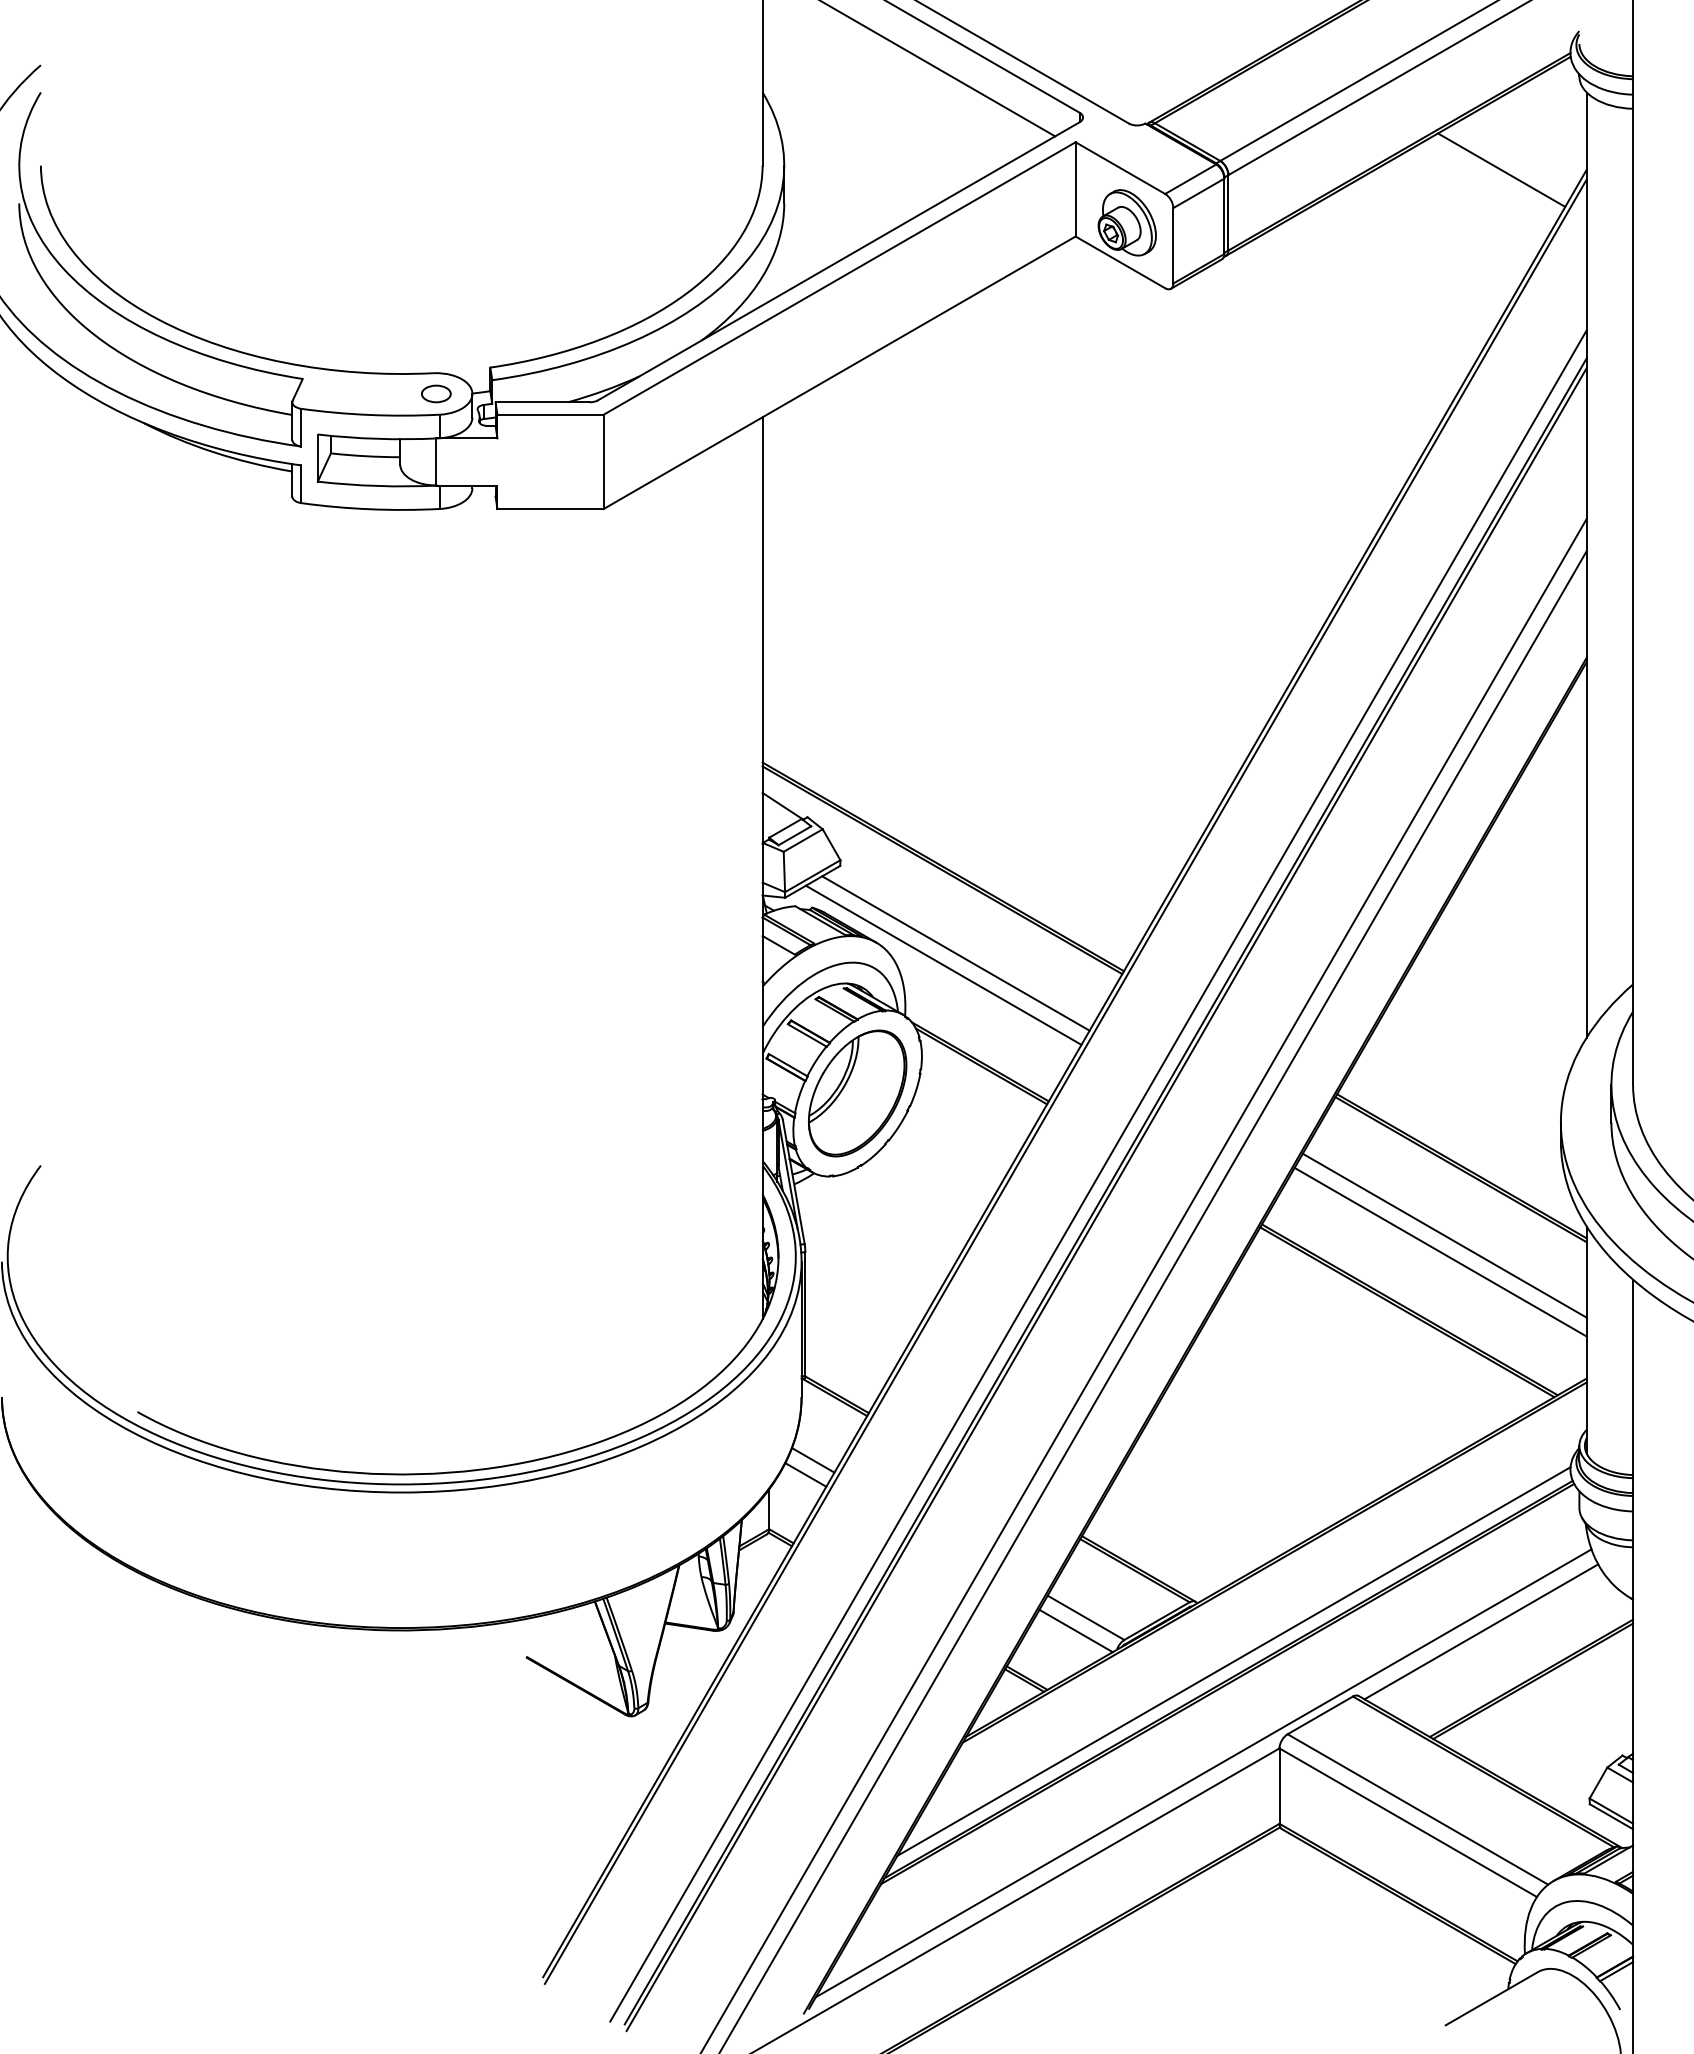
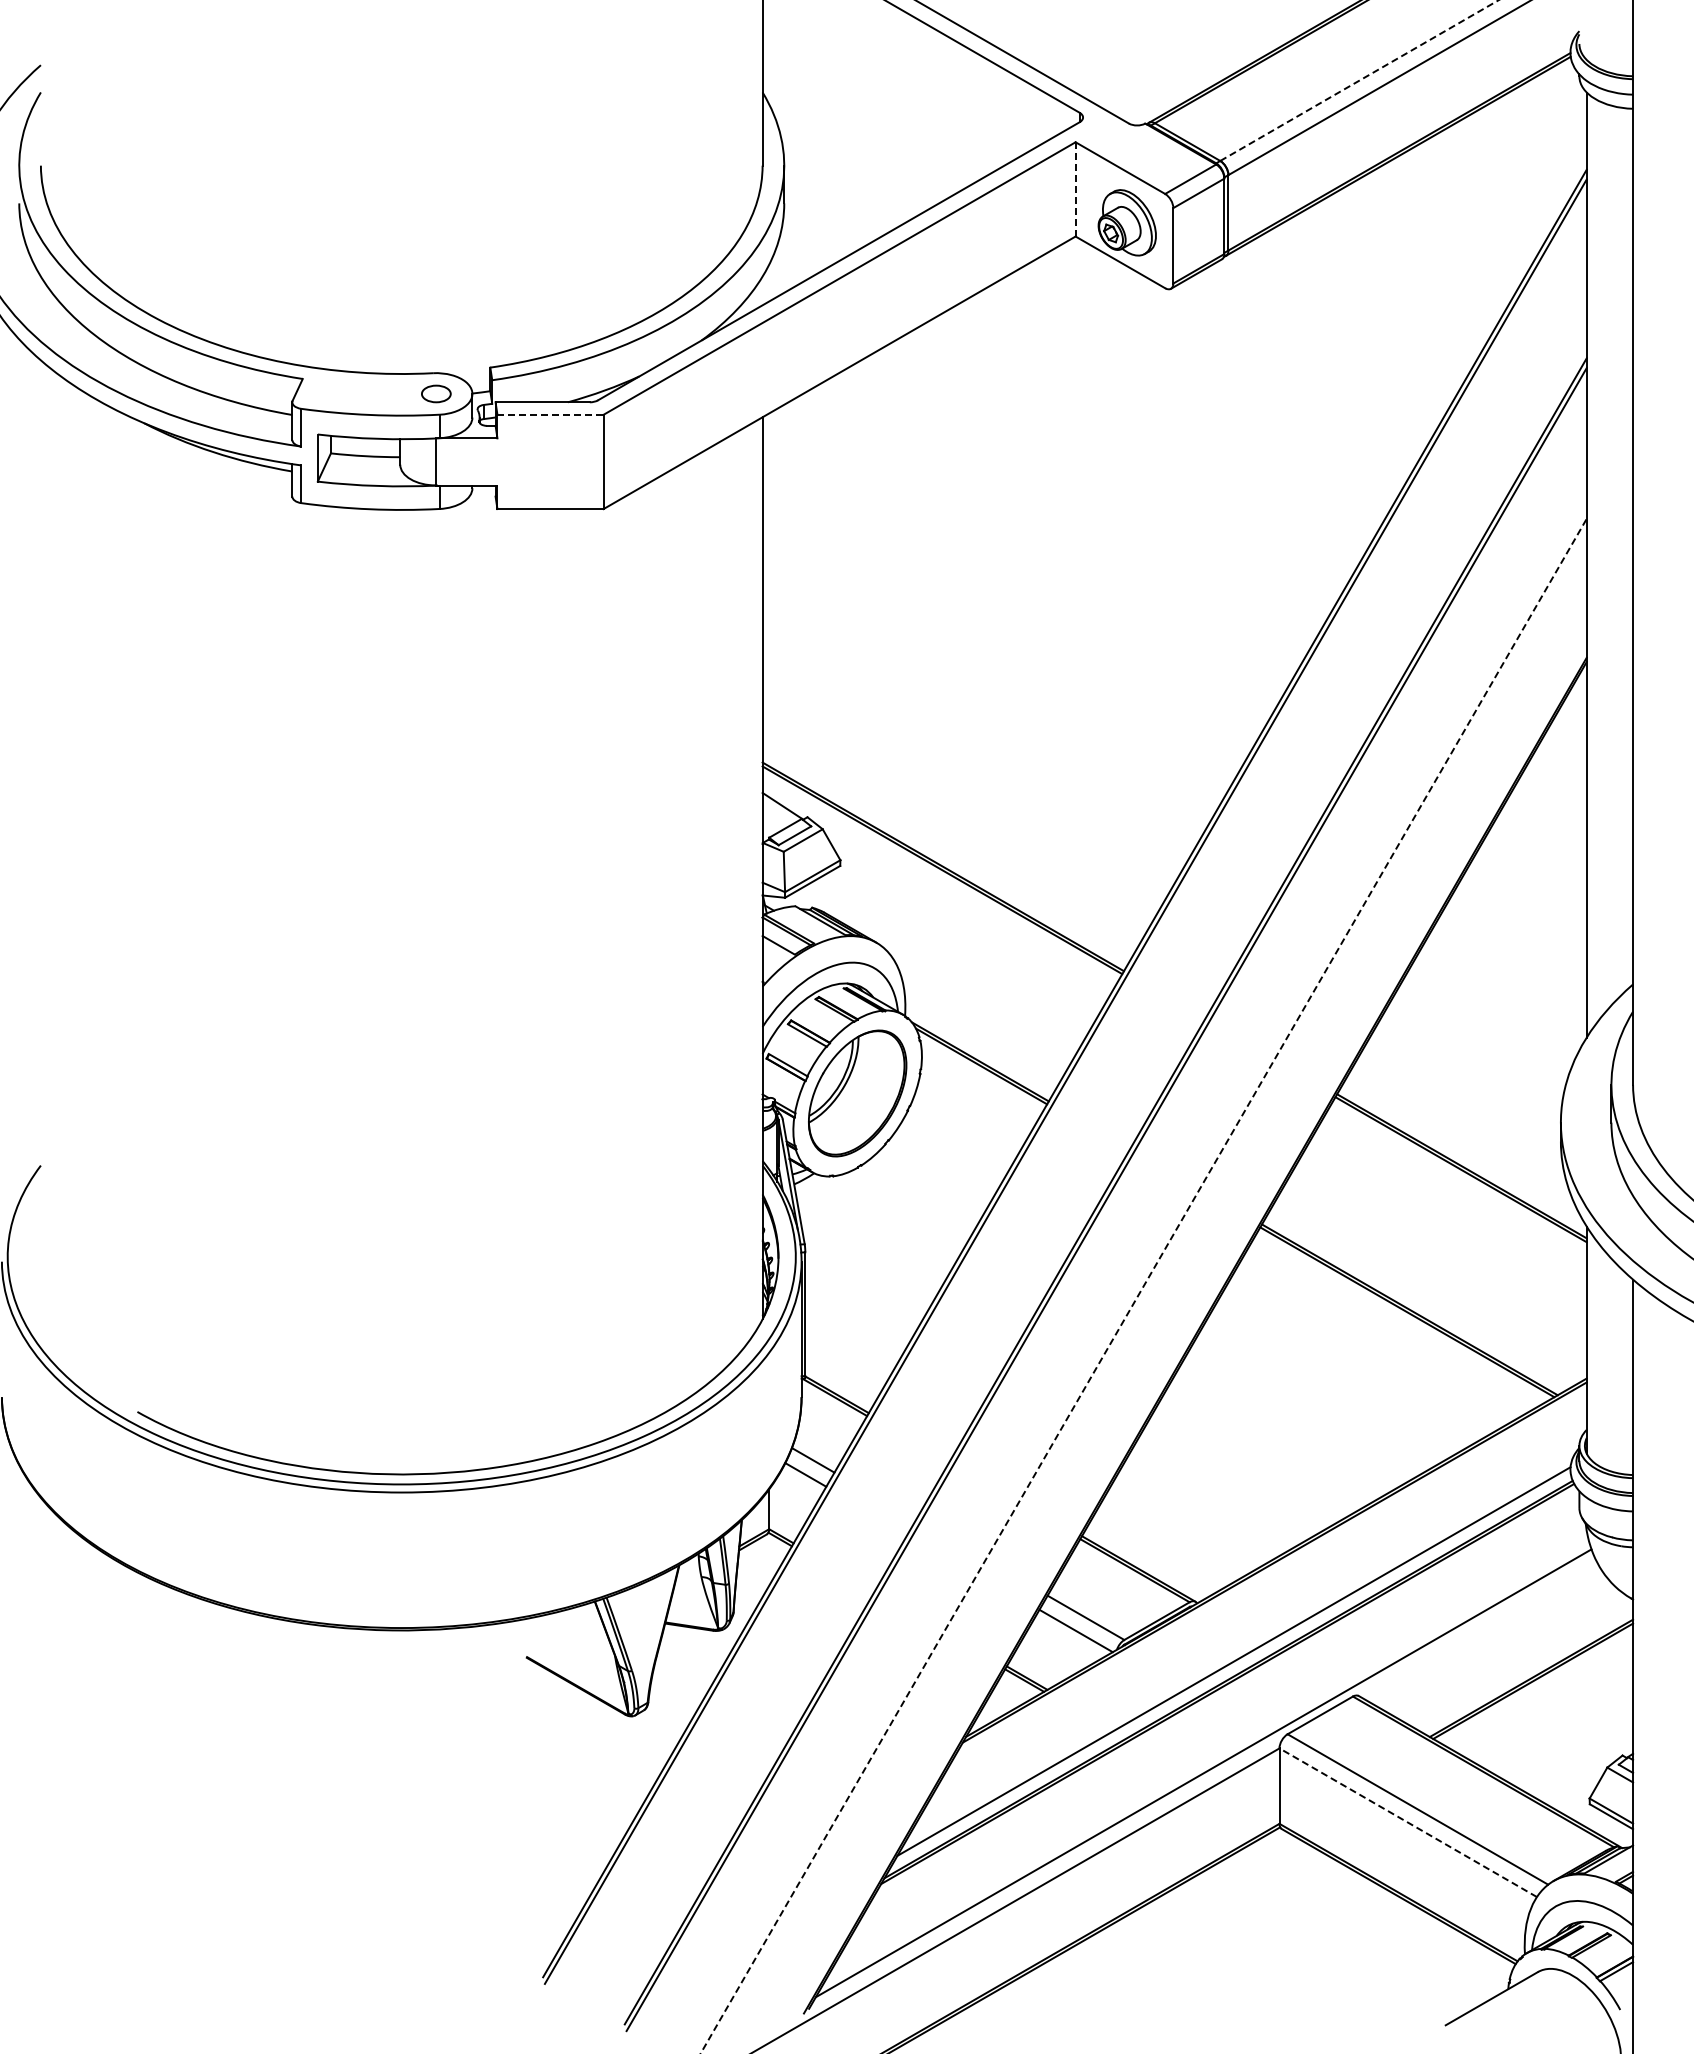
line at (938, 69): present -> none
line at (1359, 80): solid -> dashed
line at (1501, 169): present -> none
line at (1075, 189): solid -> dashed
line at (551, 414): solid -> dashed
line at (955, 953): present -> none
line at (943, 964): present -> none
line at (1098, 1175): present -> none
line at (1444, 1235): present -> none
line at (1440, 1251): present -> none
line at (1143, 1286): solid -> dashed
line at (1153, 1300): present -> none
line at (1481, 1631): present -> none
line at (1408, 1822): solid -> dashed
